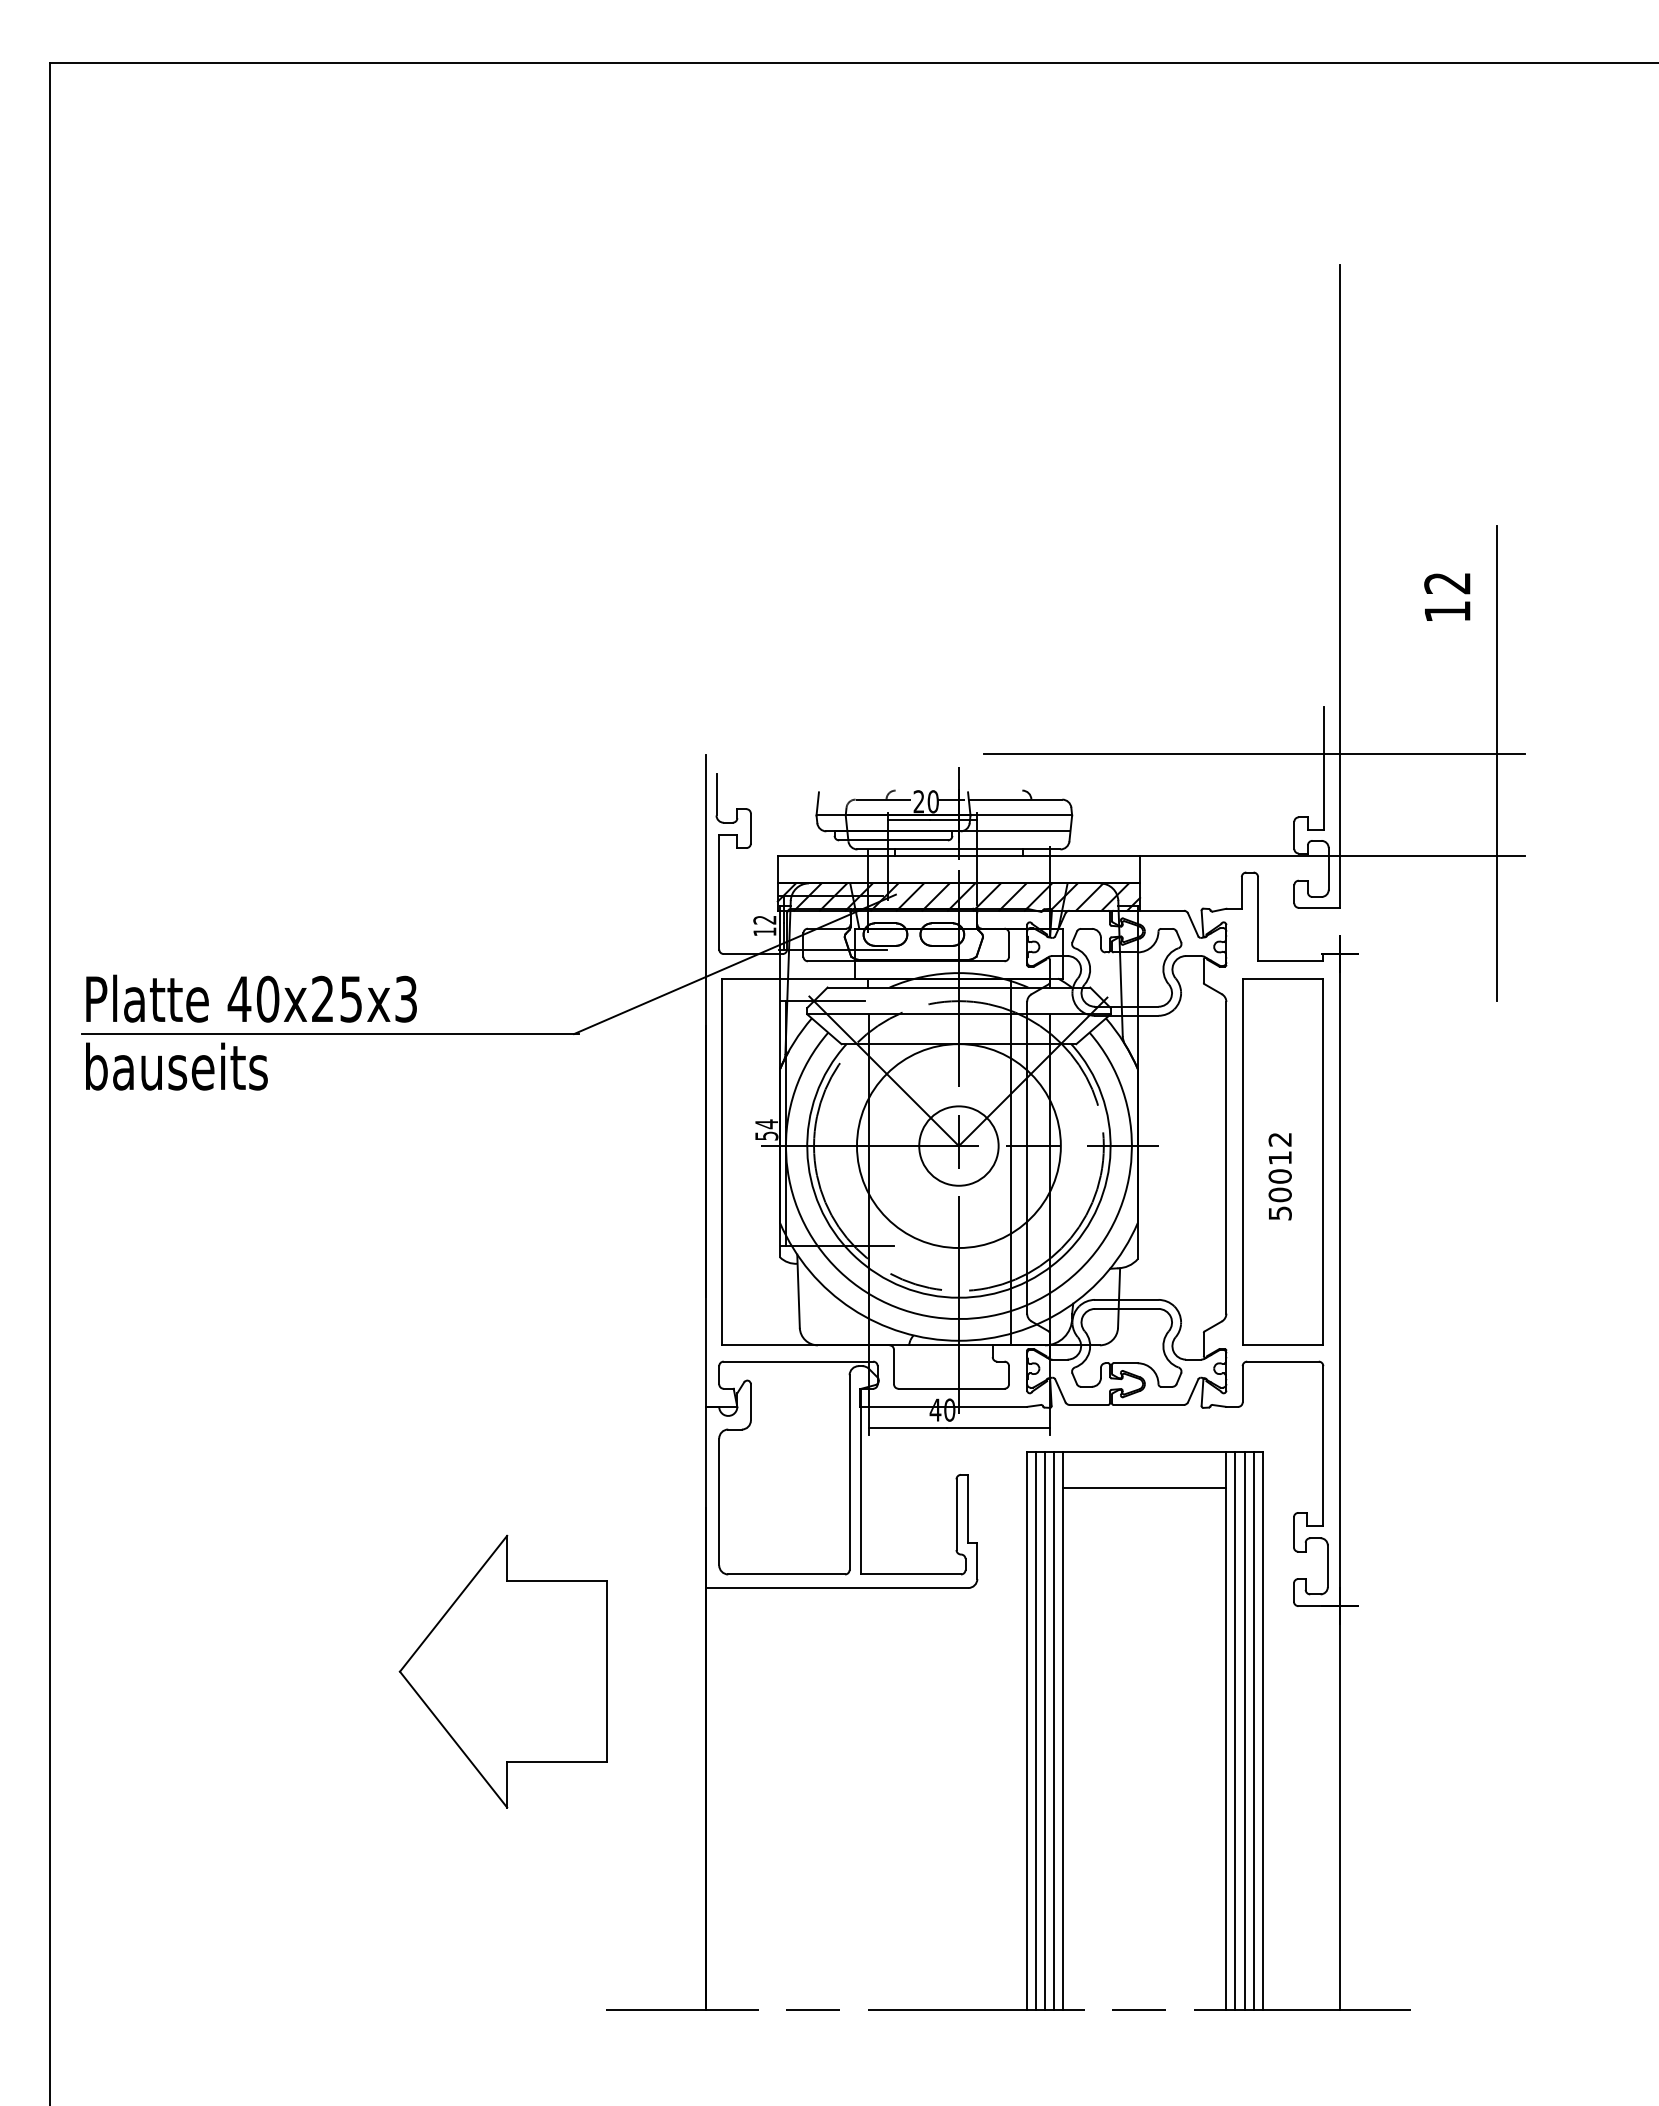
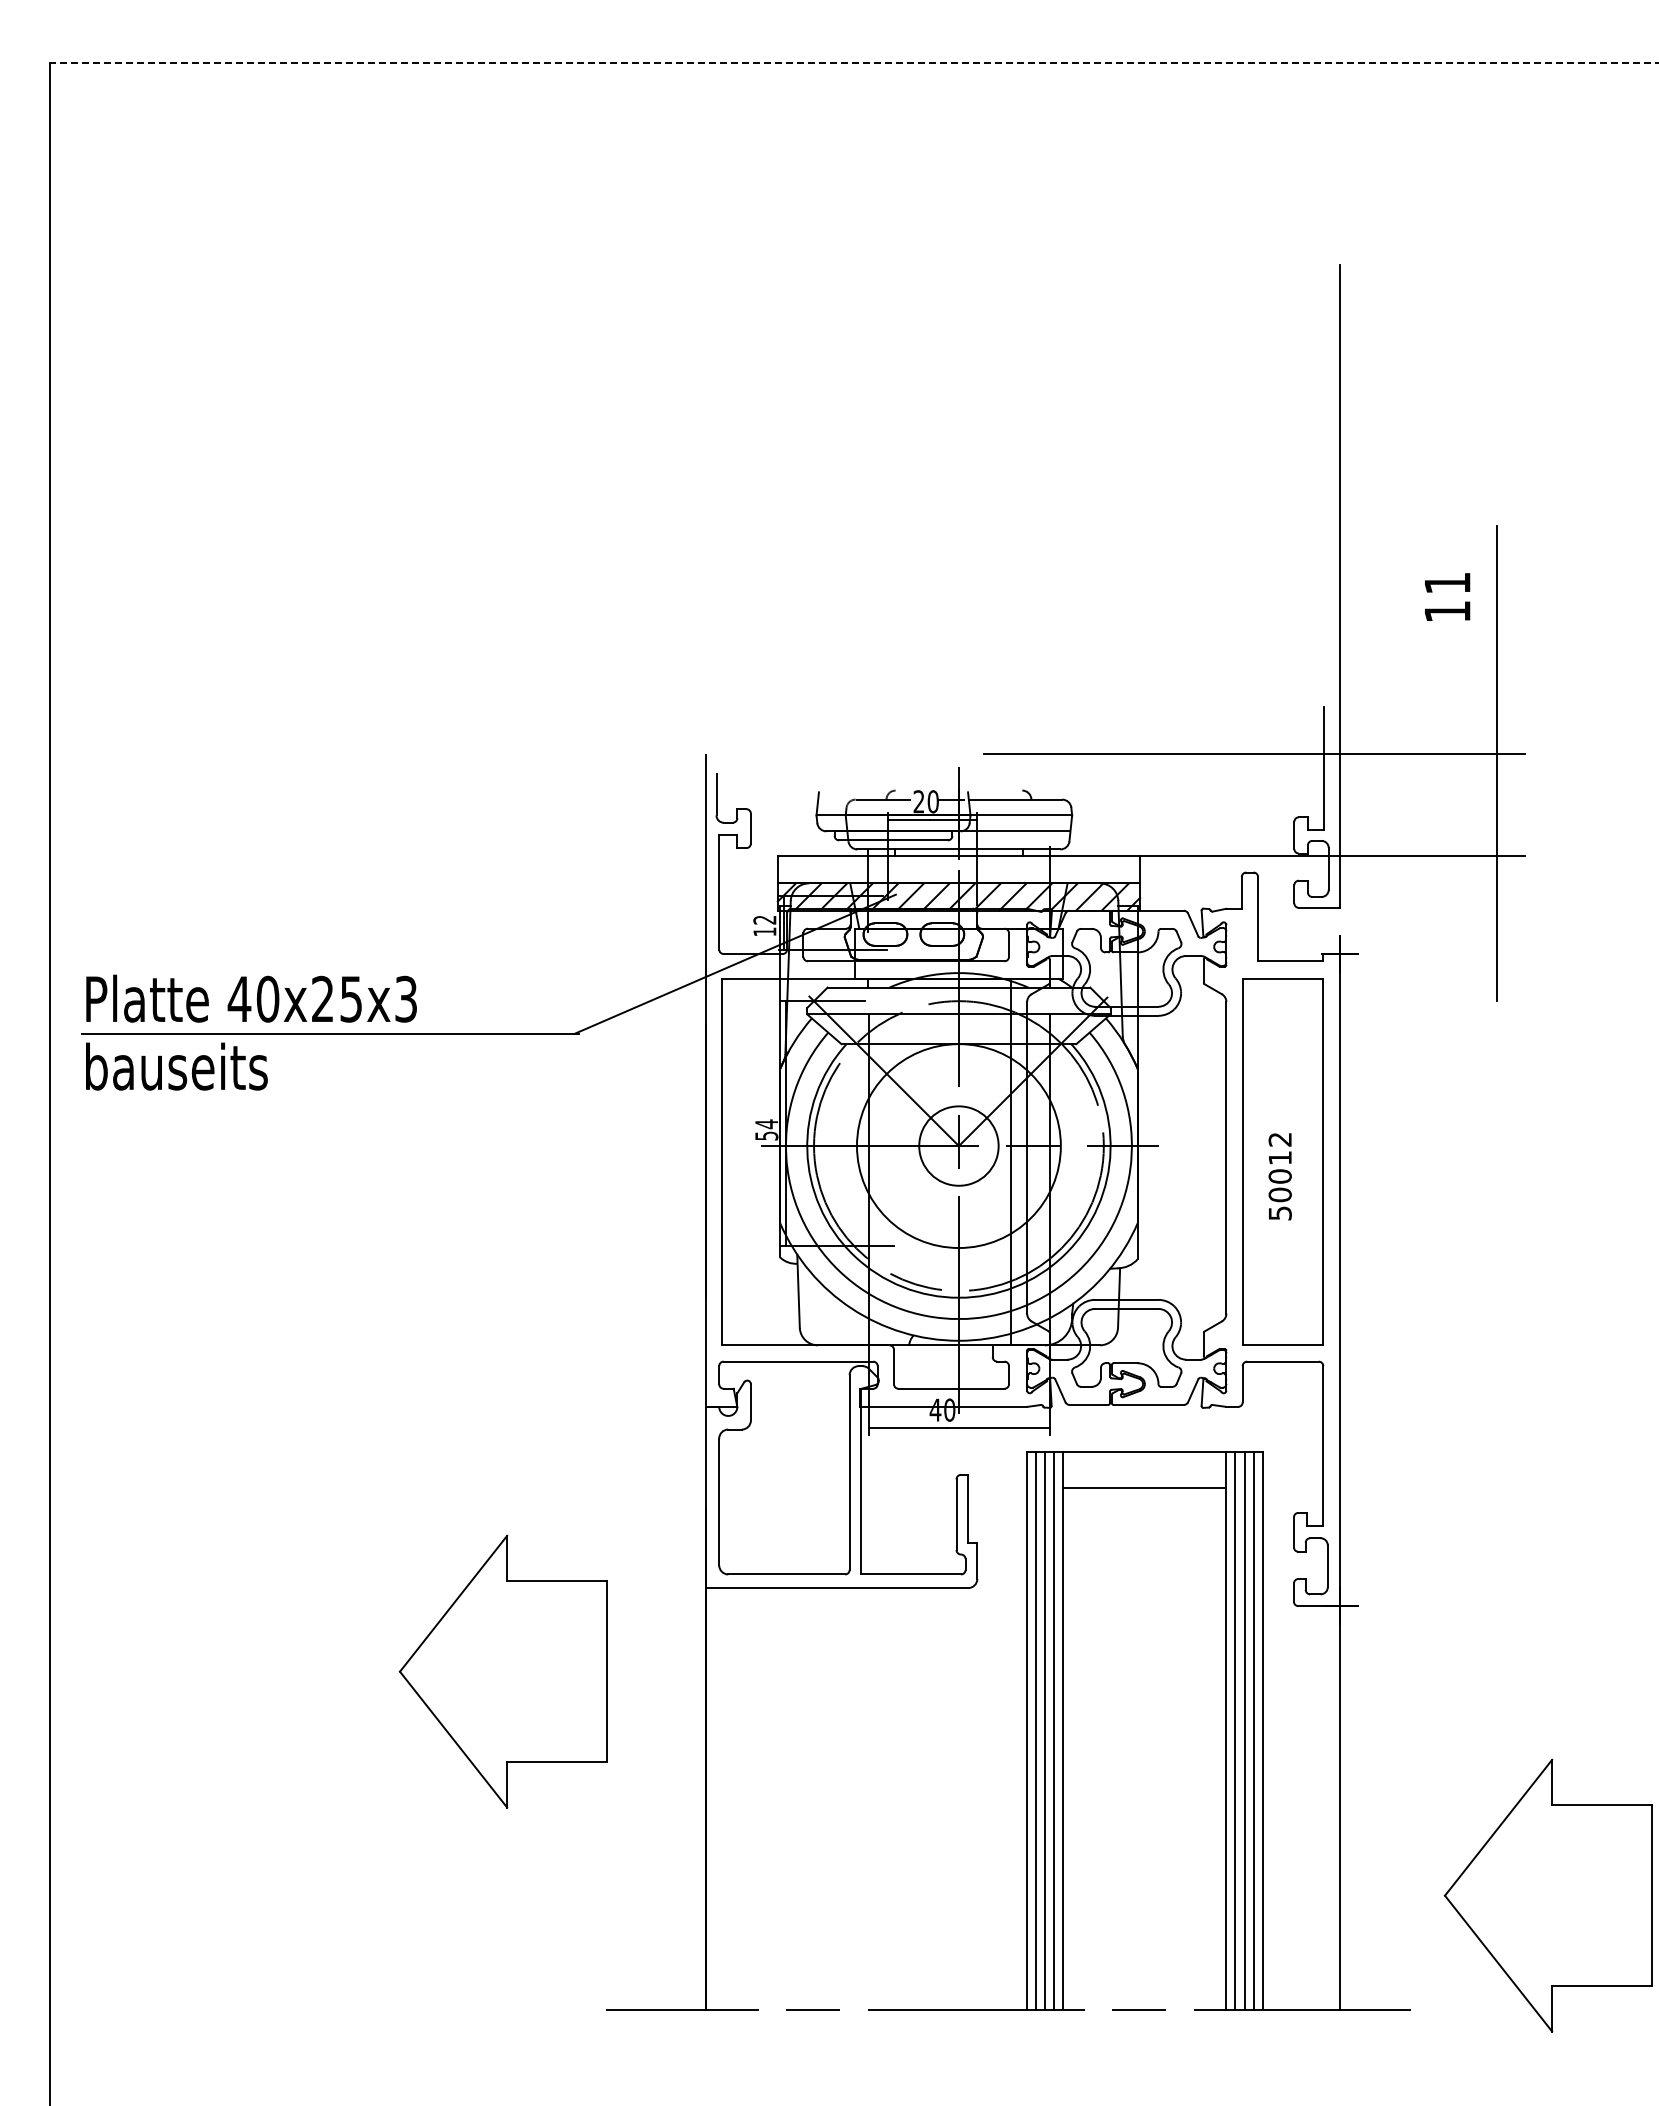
line at (853, 63): solid -> dashed
text at (1447, 583): 12 -> 11
part at (1547, 1895): none -> present
